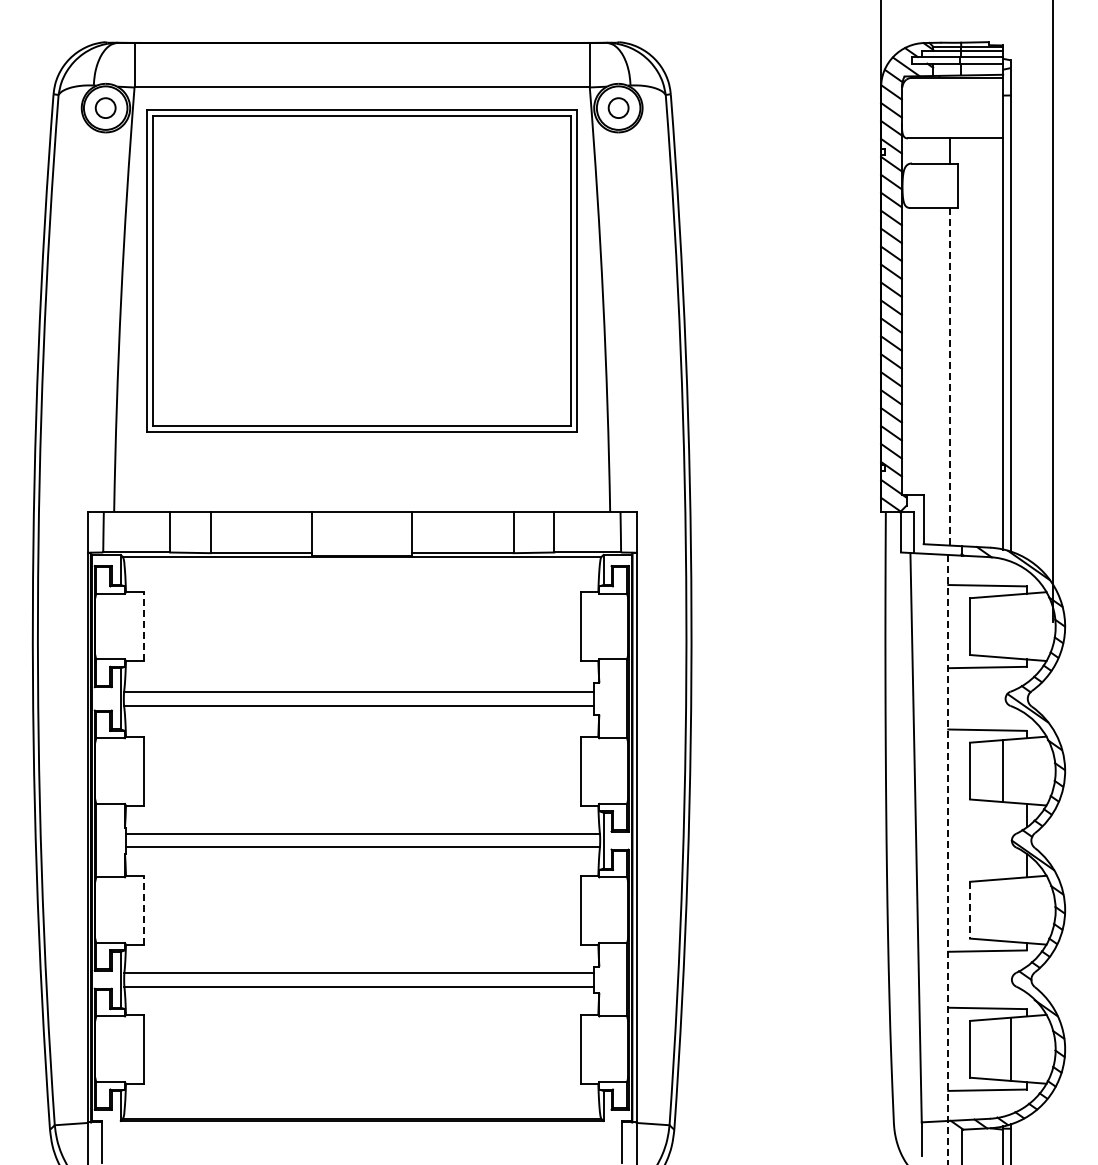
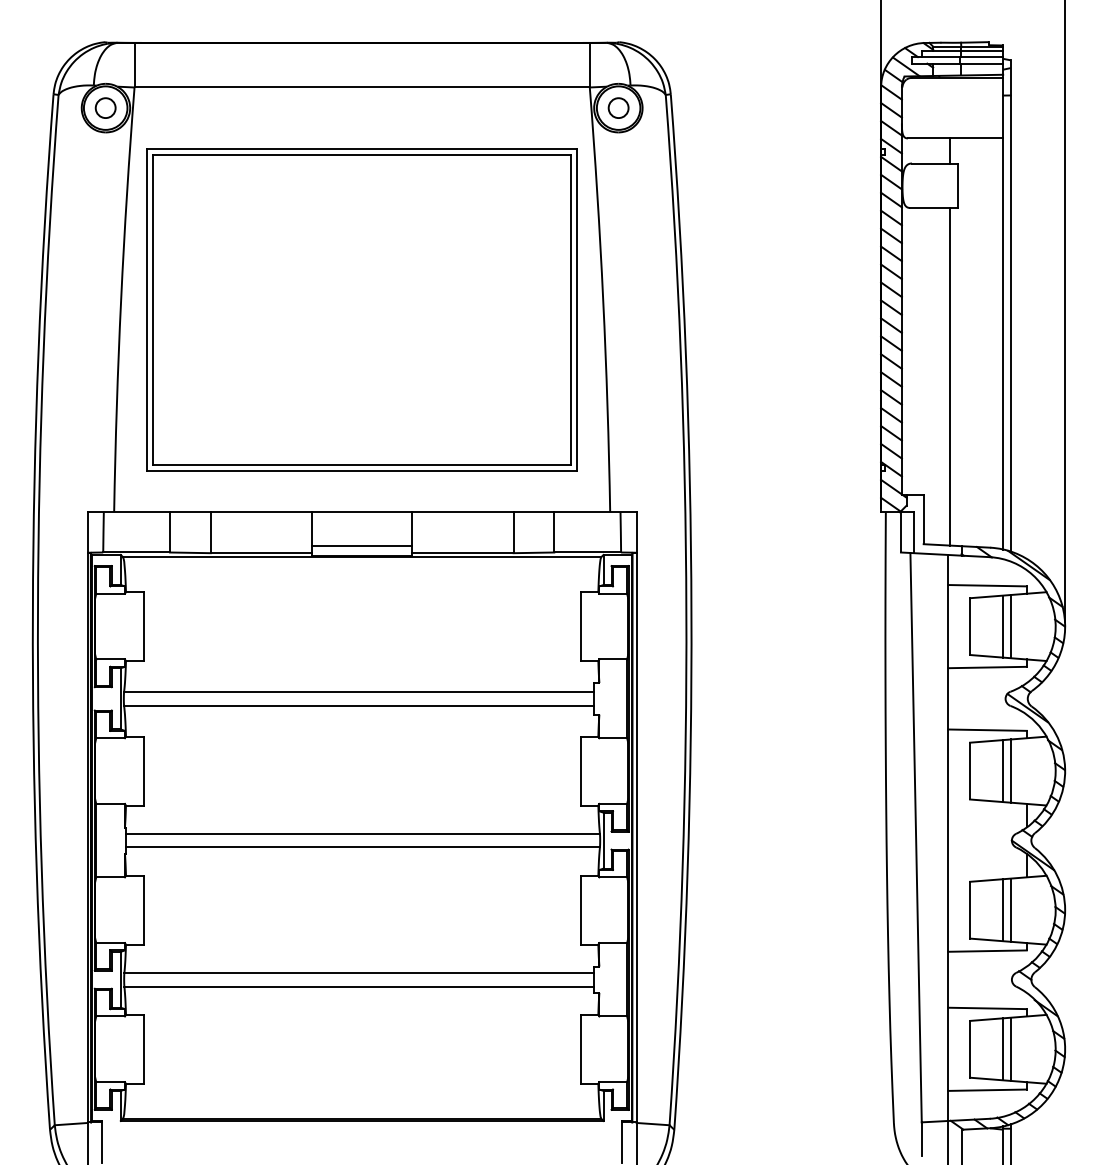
part at (361, 270) position: (361, 270) -> (361, 309)
line at (1053, 311) position: (1053, 311) -> (1065, 311)
line at (950, 376): dashed -> solid
line at (361, 546): none -> present
line at (143, 626): dashed -> solid
line at (1003, 626): none -> present
line at (1010, 626): none -> present
line at (1010, 770): none -> present
line at (948, 859): dashed -> solid
line at (143, 909): dashed -> solid
line at (1010, 909): none -> present
line at (970, 910): dashed -> solid
line at (1003, 910): none -> present
line at (1003, 1049): none -> present
